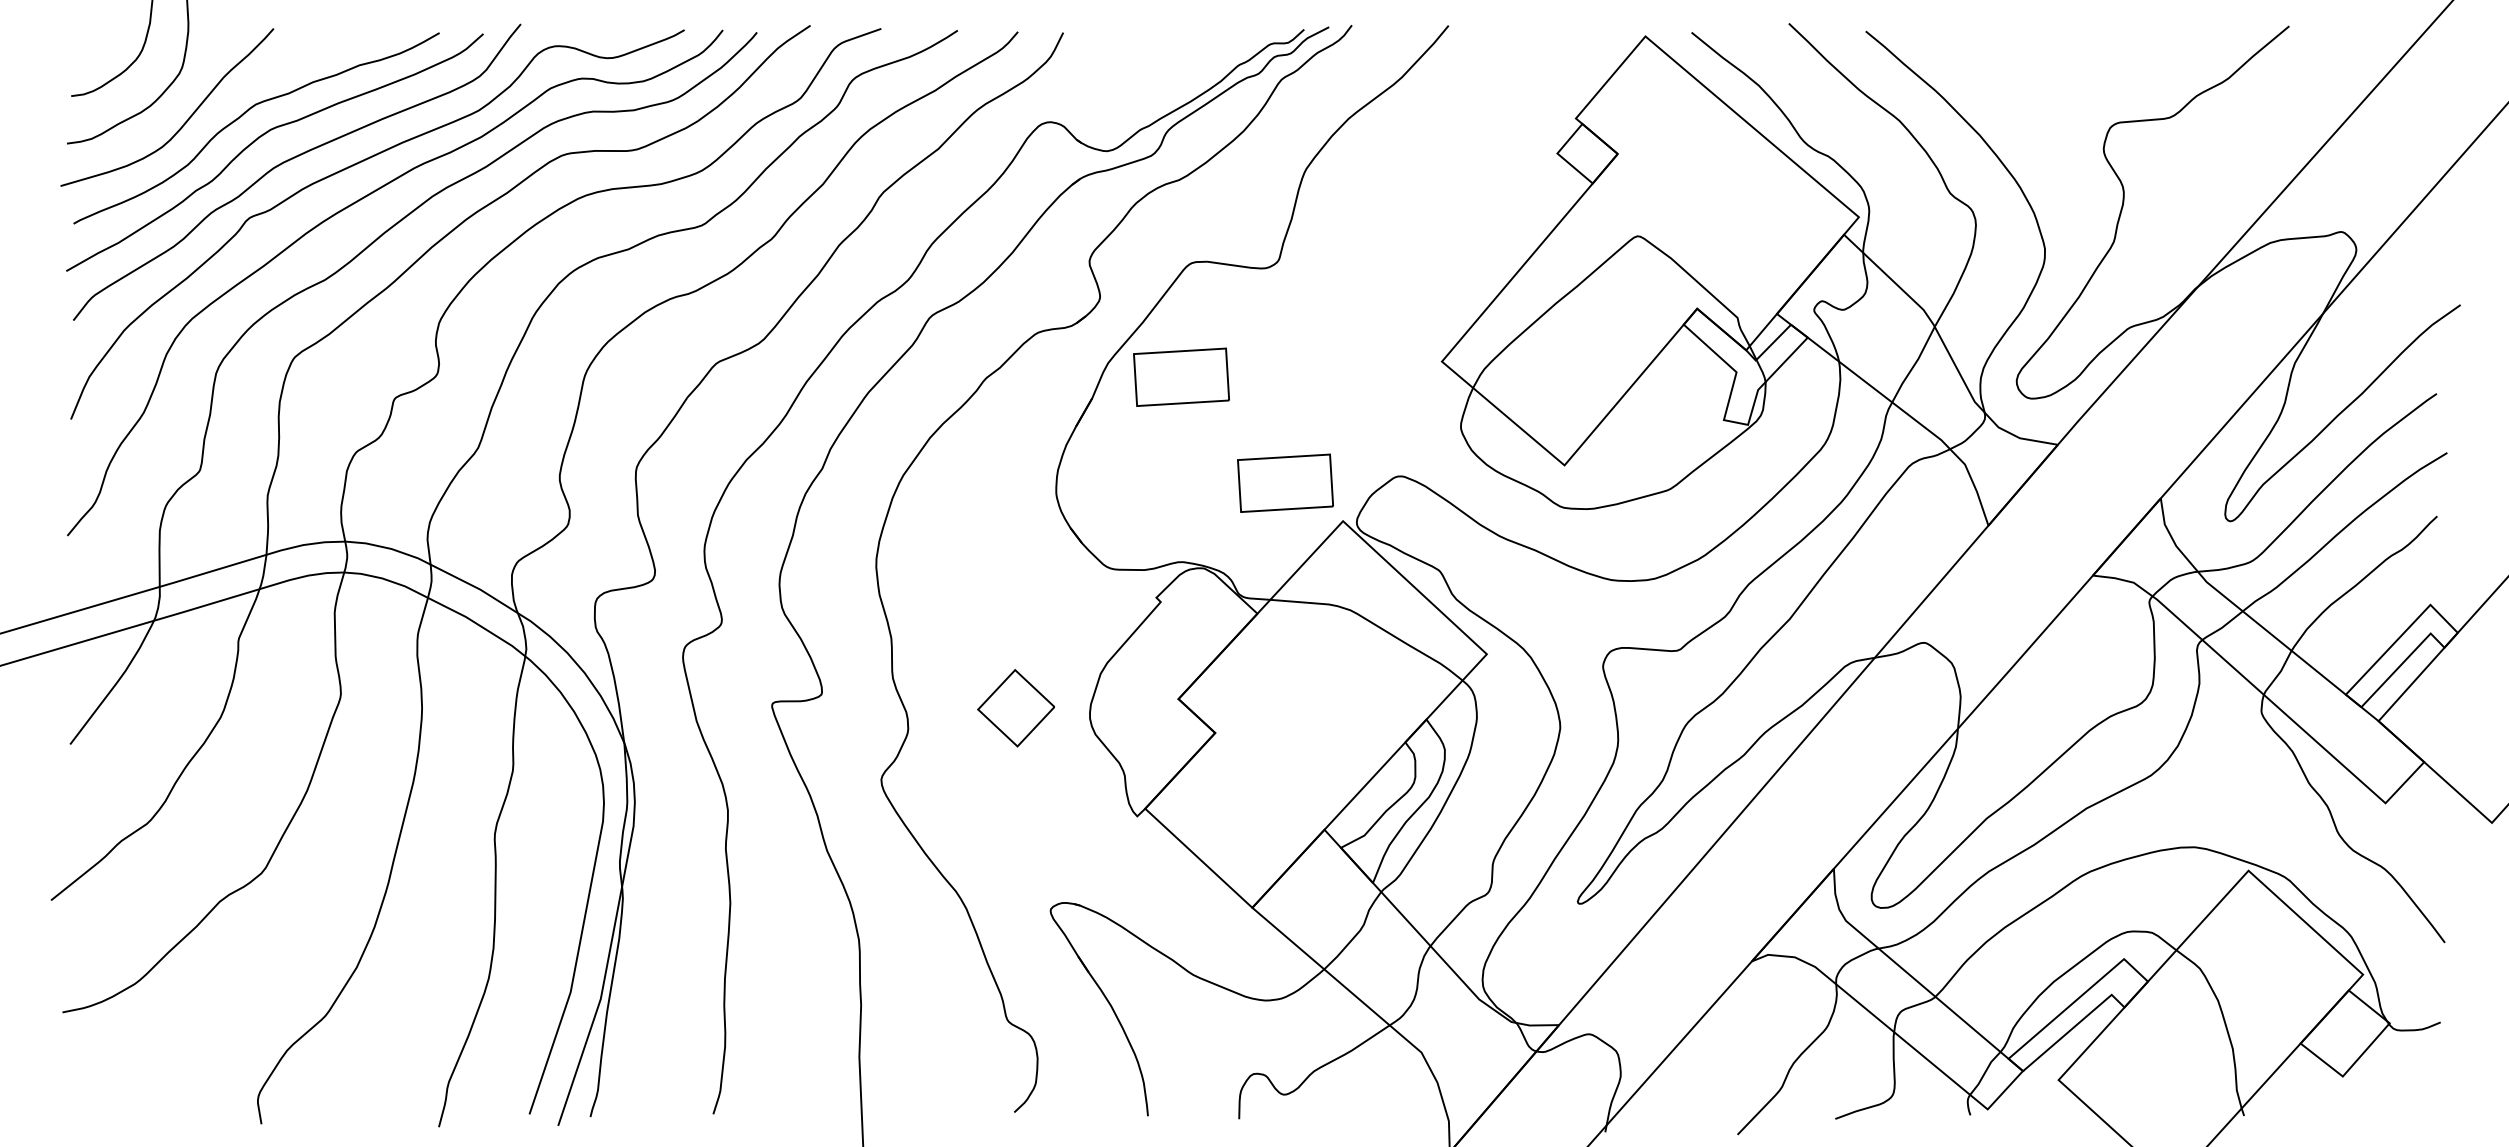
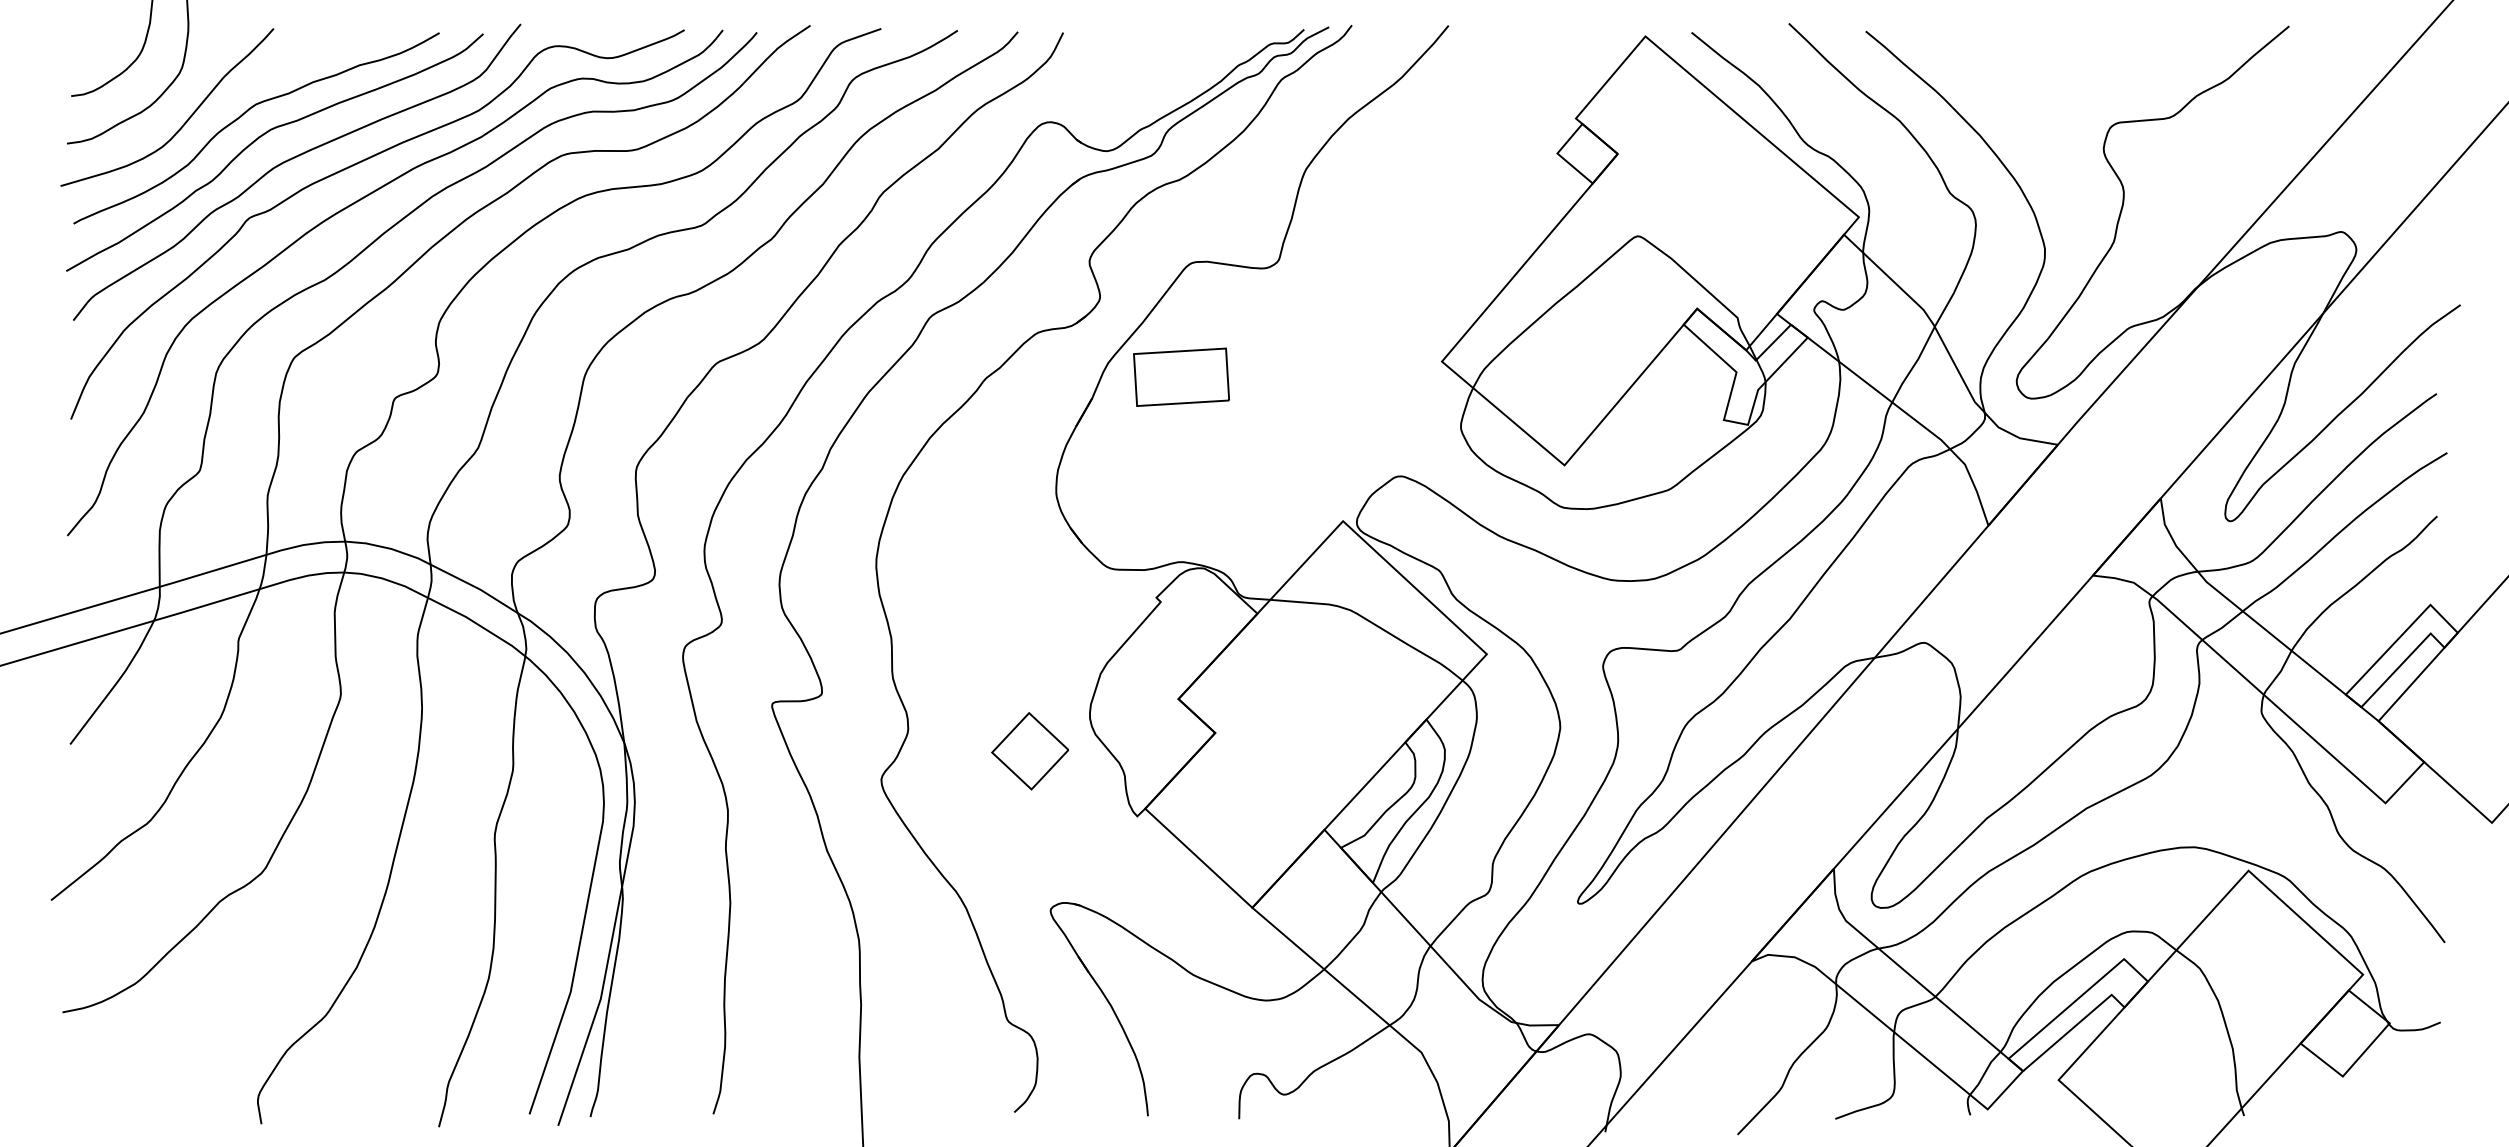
part at (1285, 482): present -> none
part at (1015, 708) position: (1015, 708) -> (1029, 751)
